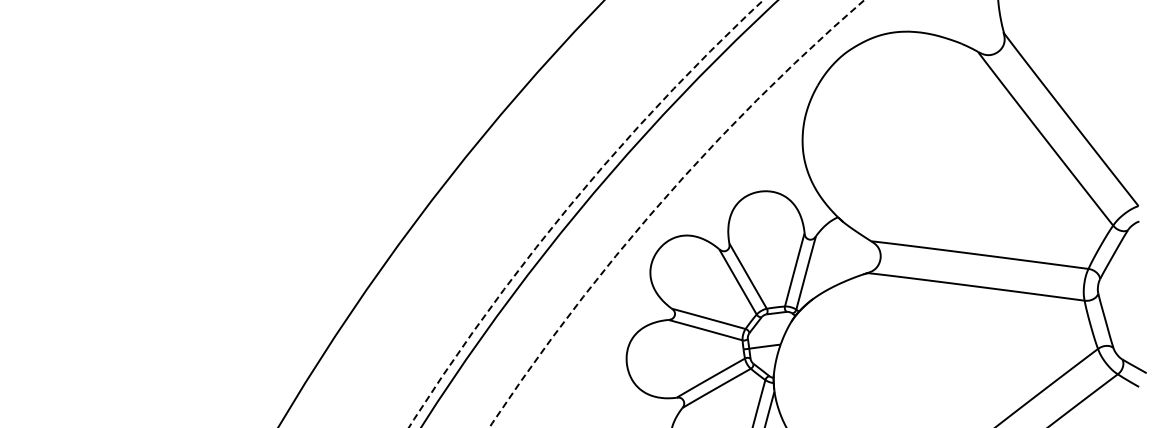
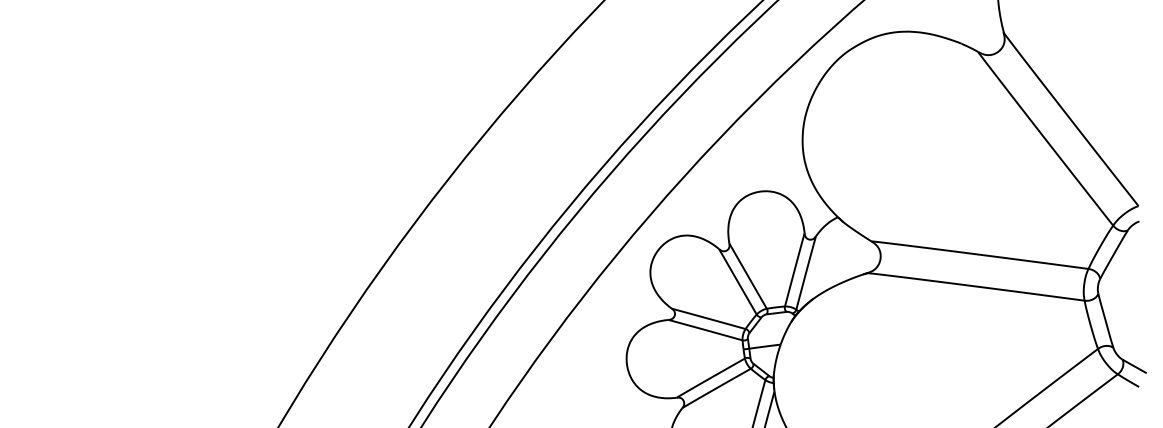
arc at (662, 201): dashed -> solid
circle at (585, 213): dashed -> solid
